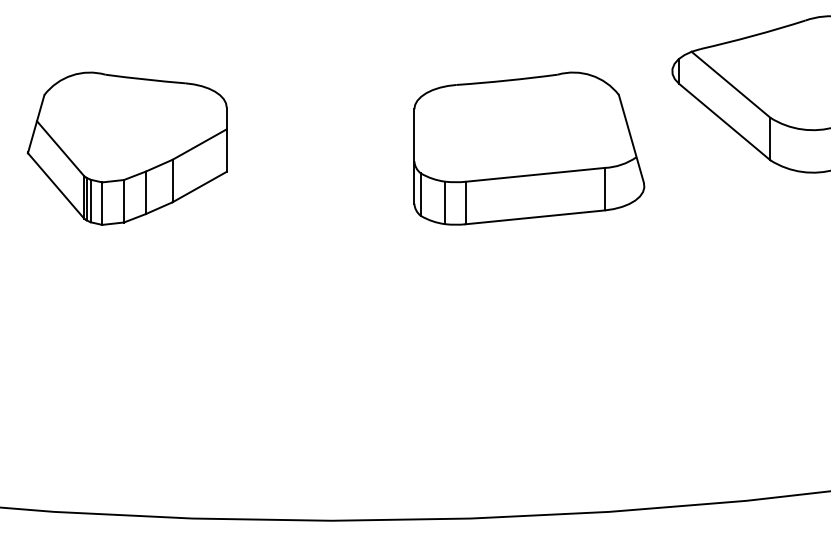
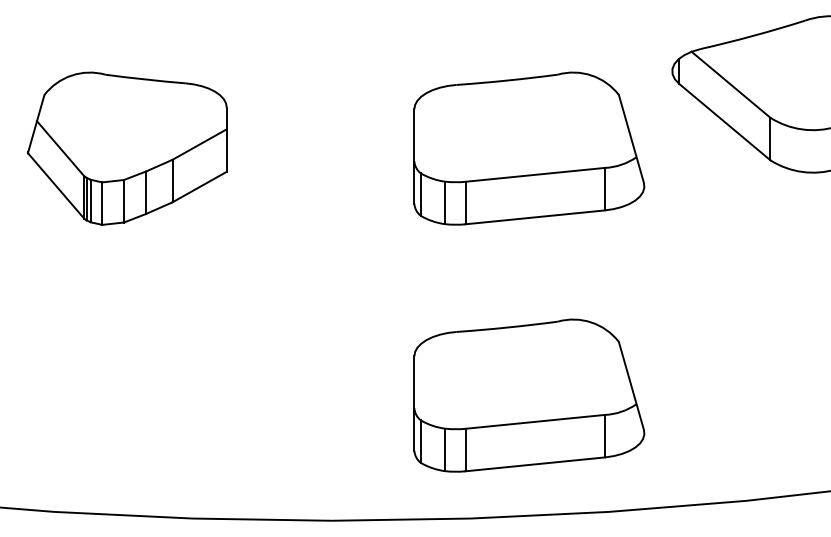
part at (529, 395): none -> present
